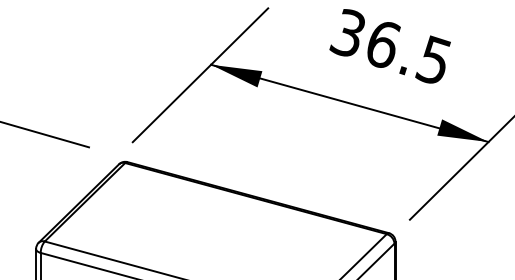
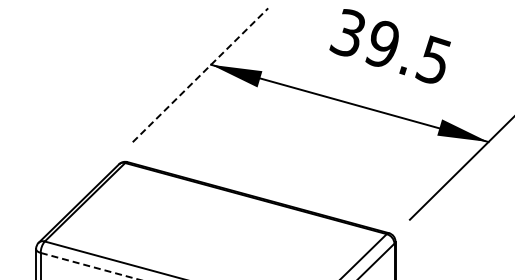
text at (382, 43): 36.5 -> 39.5
line at (200, 74): solid -> dashed
line at (45, 134): present -> none
line at (89, 266): solid -> dashed
